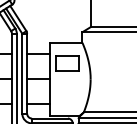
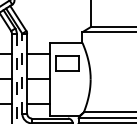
line at (22, 73): solid -> dashed
line at (16, 78): solid -> dashed
